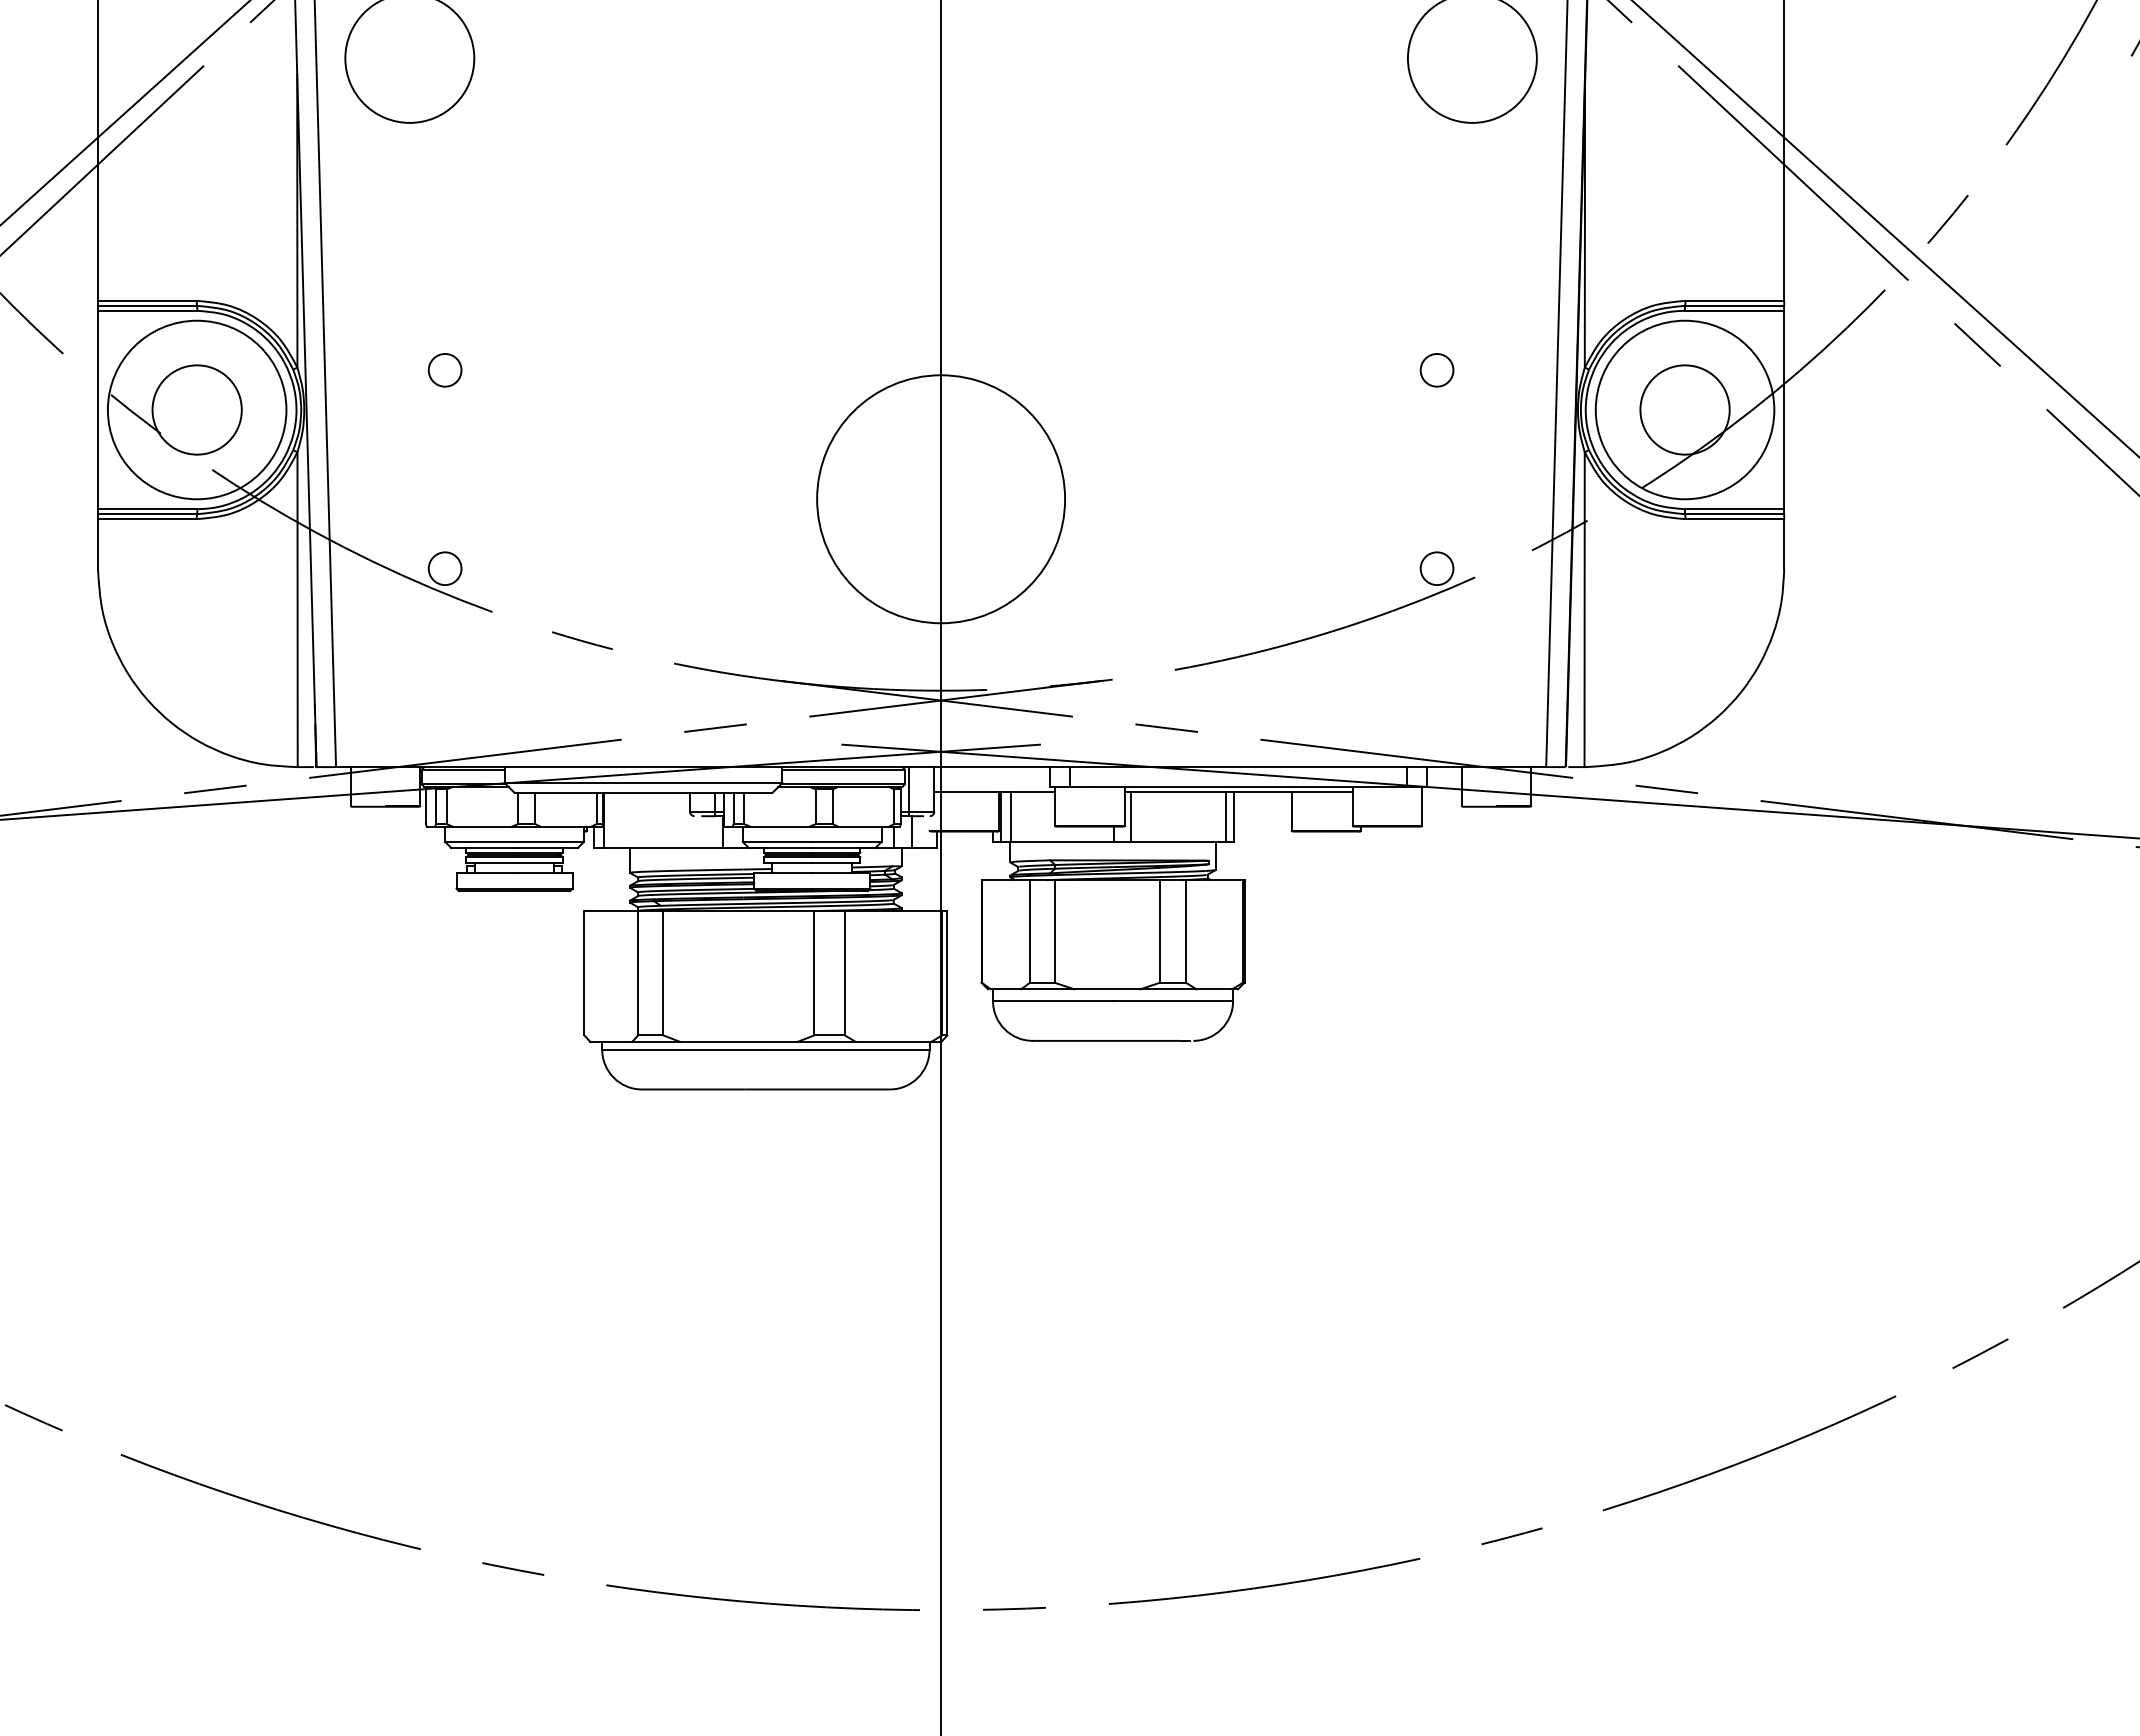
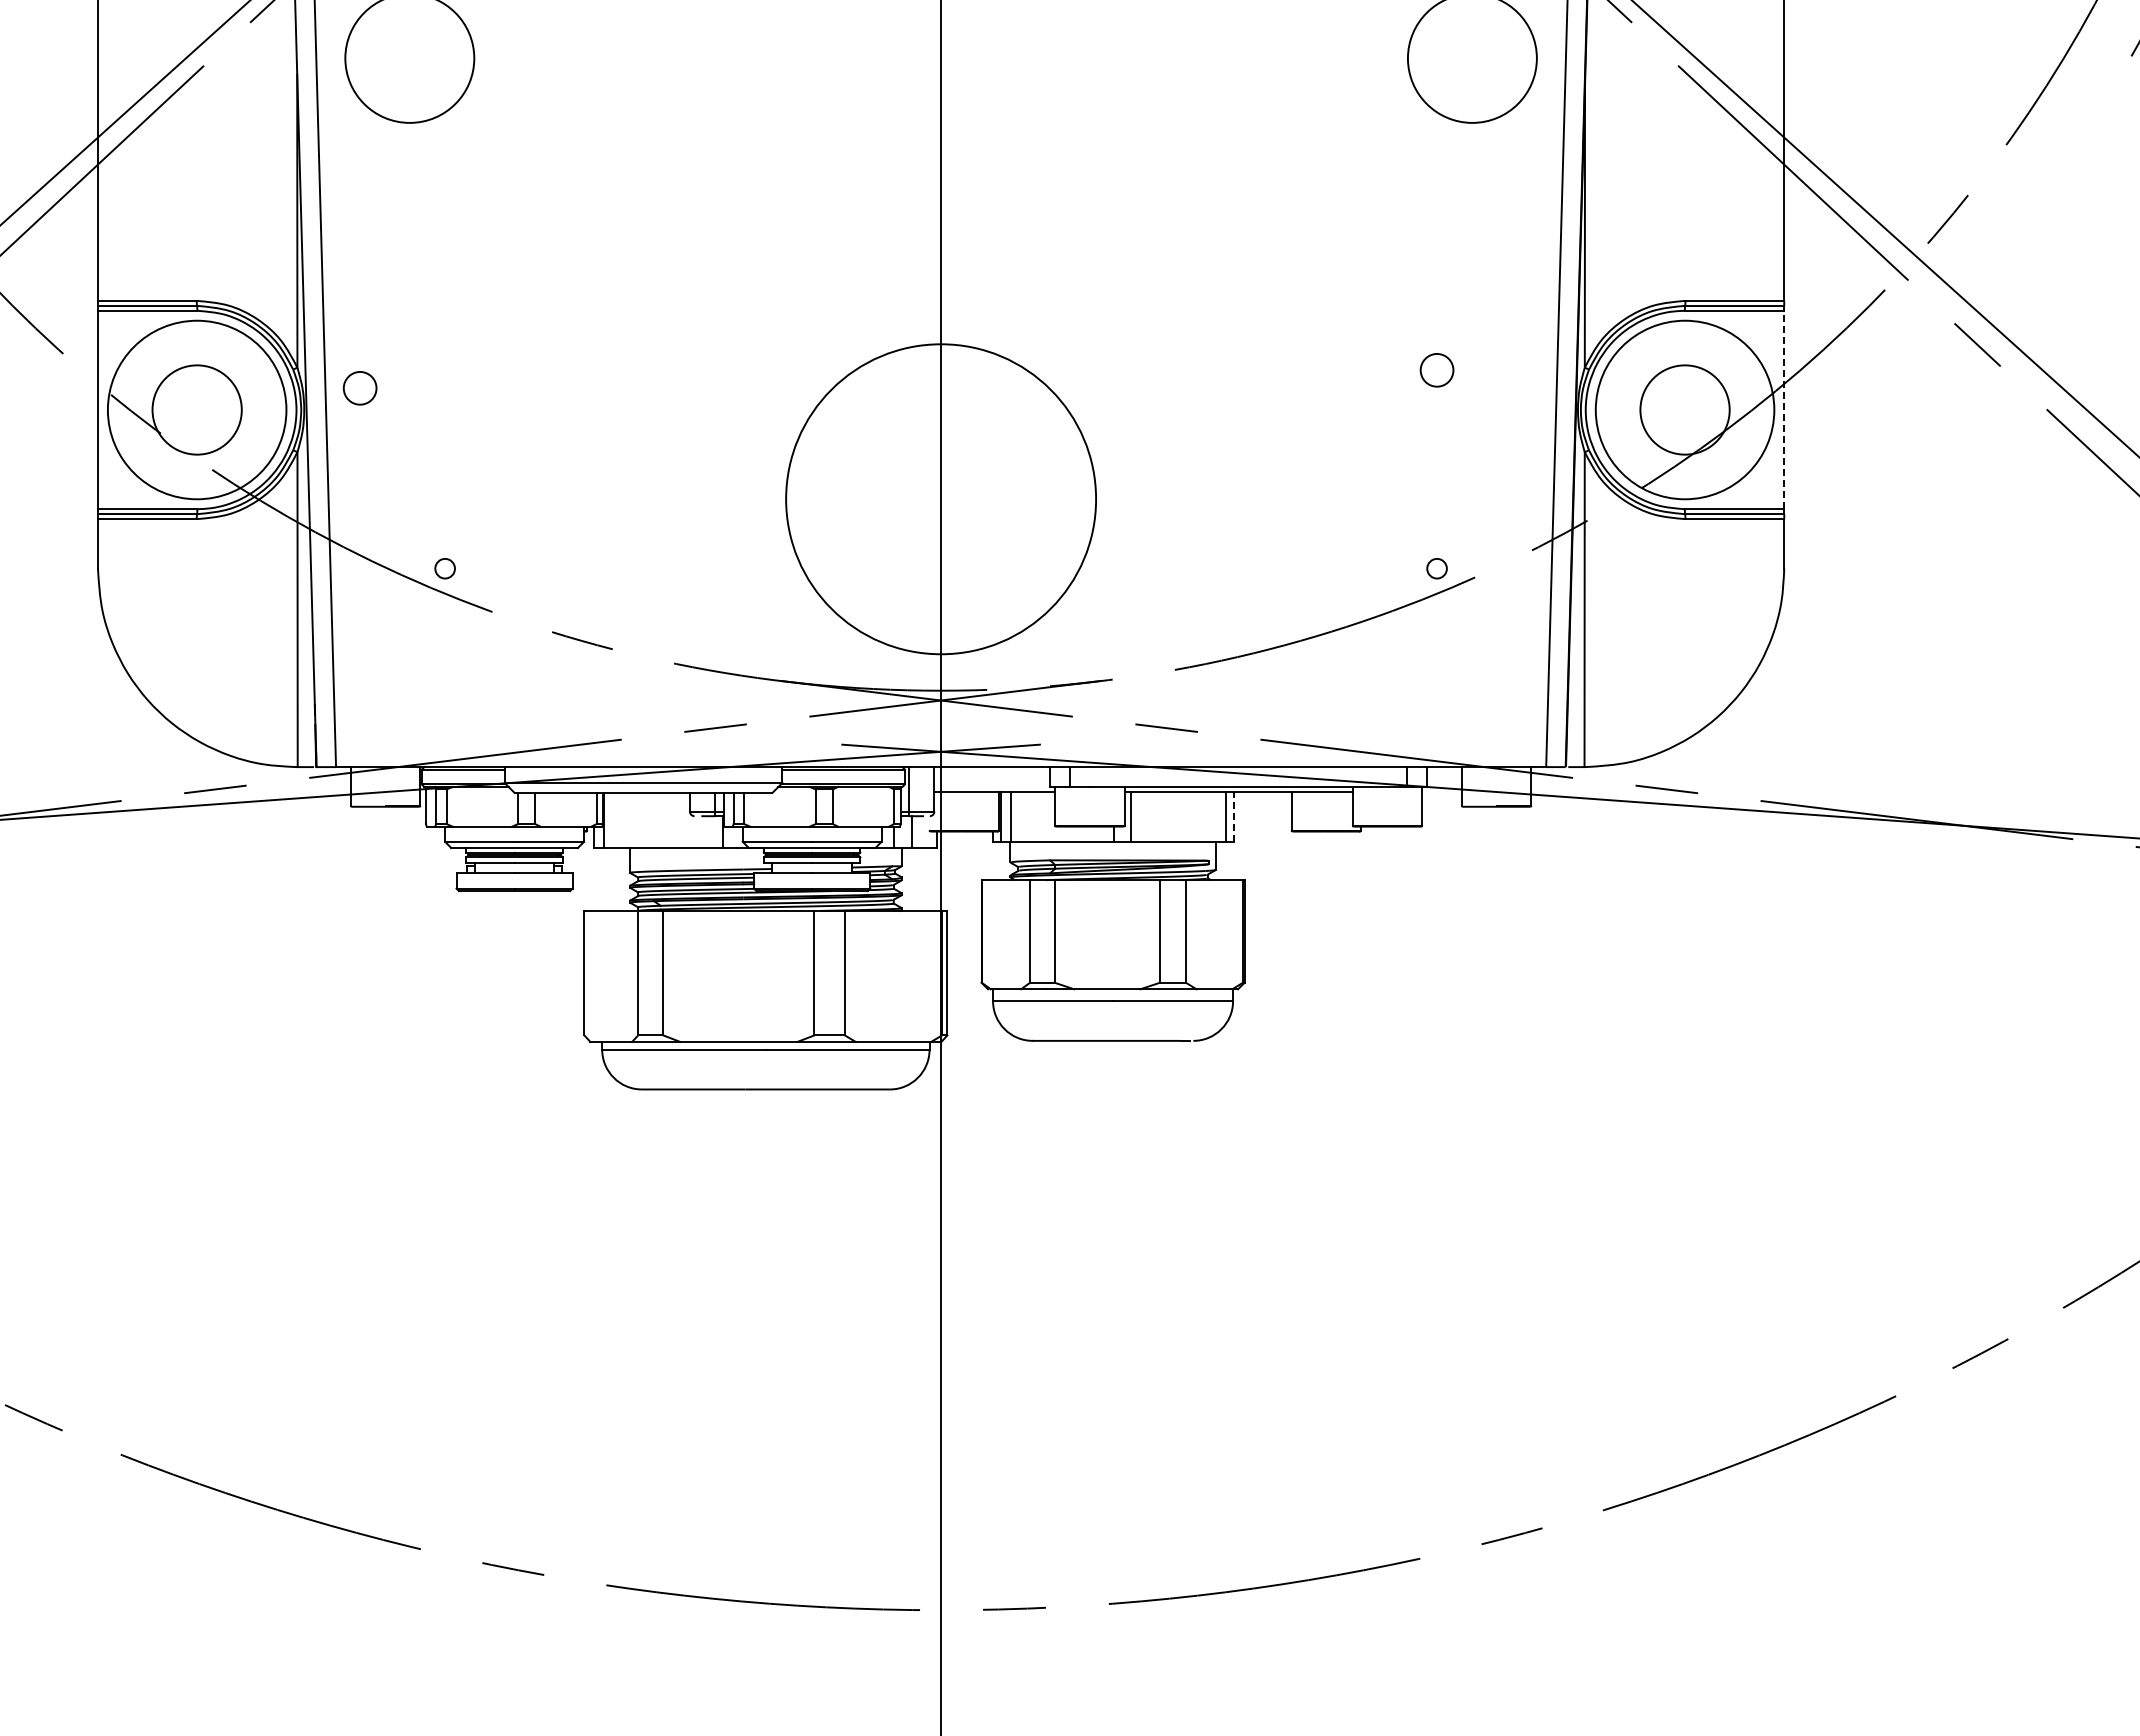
circle at (444, 370) position: (444, 370) -> (359, 388)
line at (1784, 409): solid -> dashed
circle at (941, 499) diameter: 248 px -> 310 px
circle at (444, 568) diameter: 33 px -> 20 px
circle at (1436, 568) diameter: 33 px -> 20 px
line at (1233, 816): solid -> dashed
